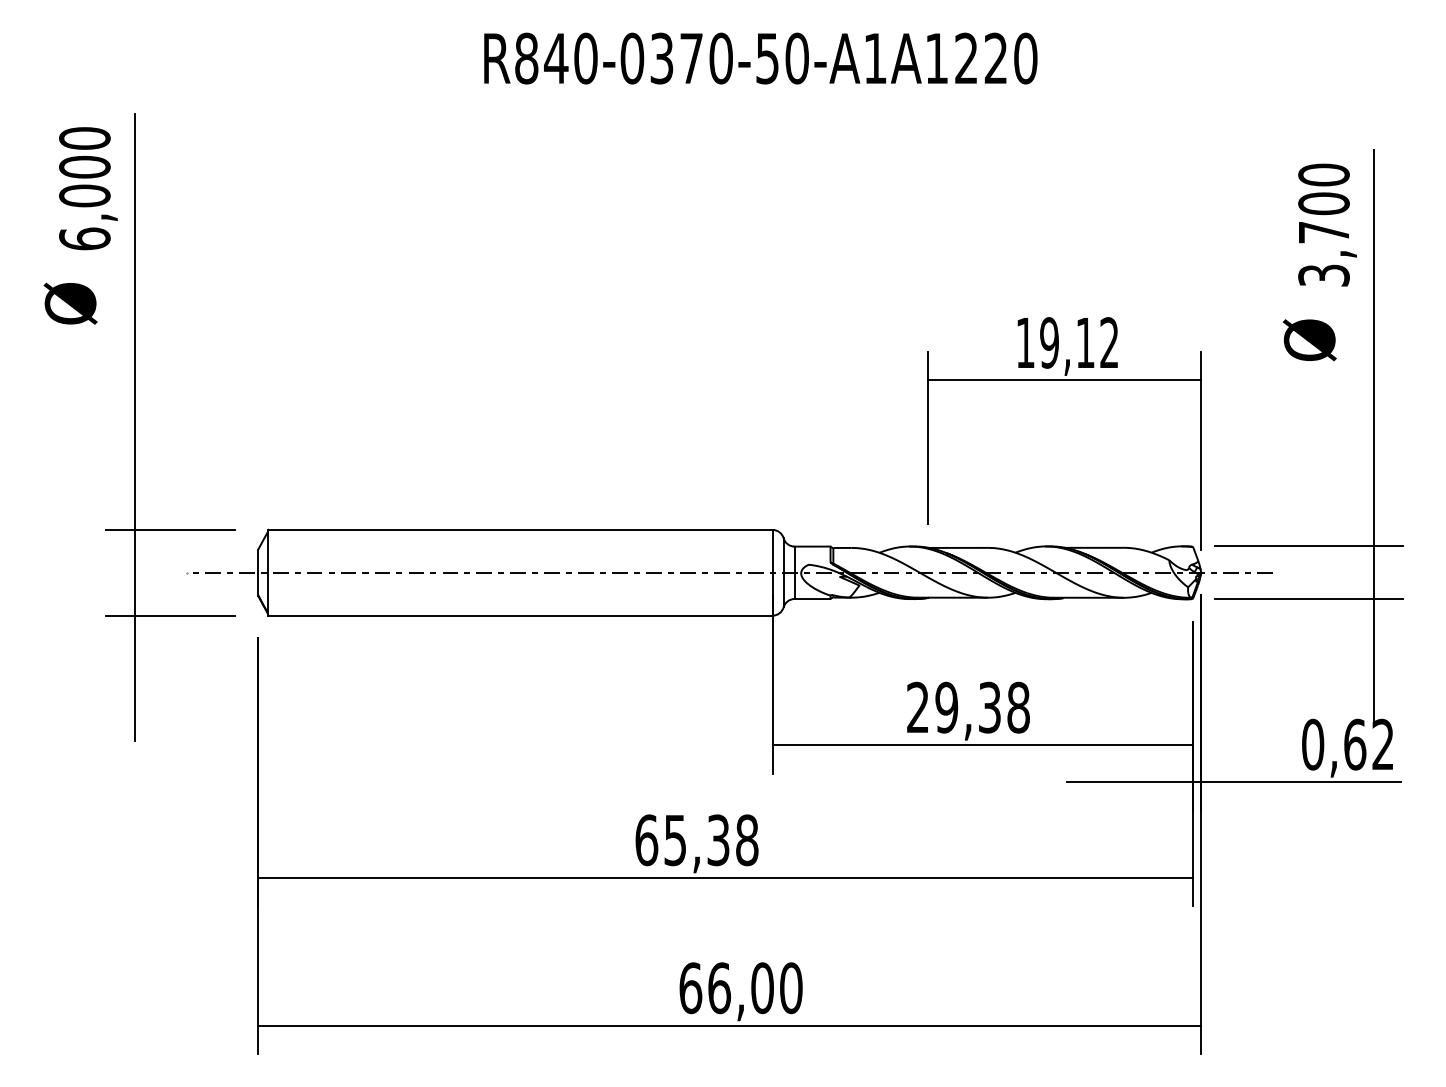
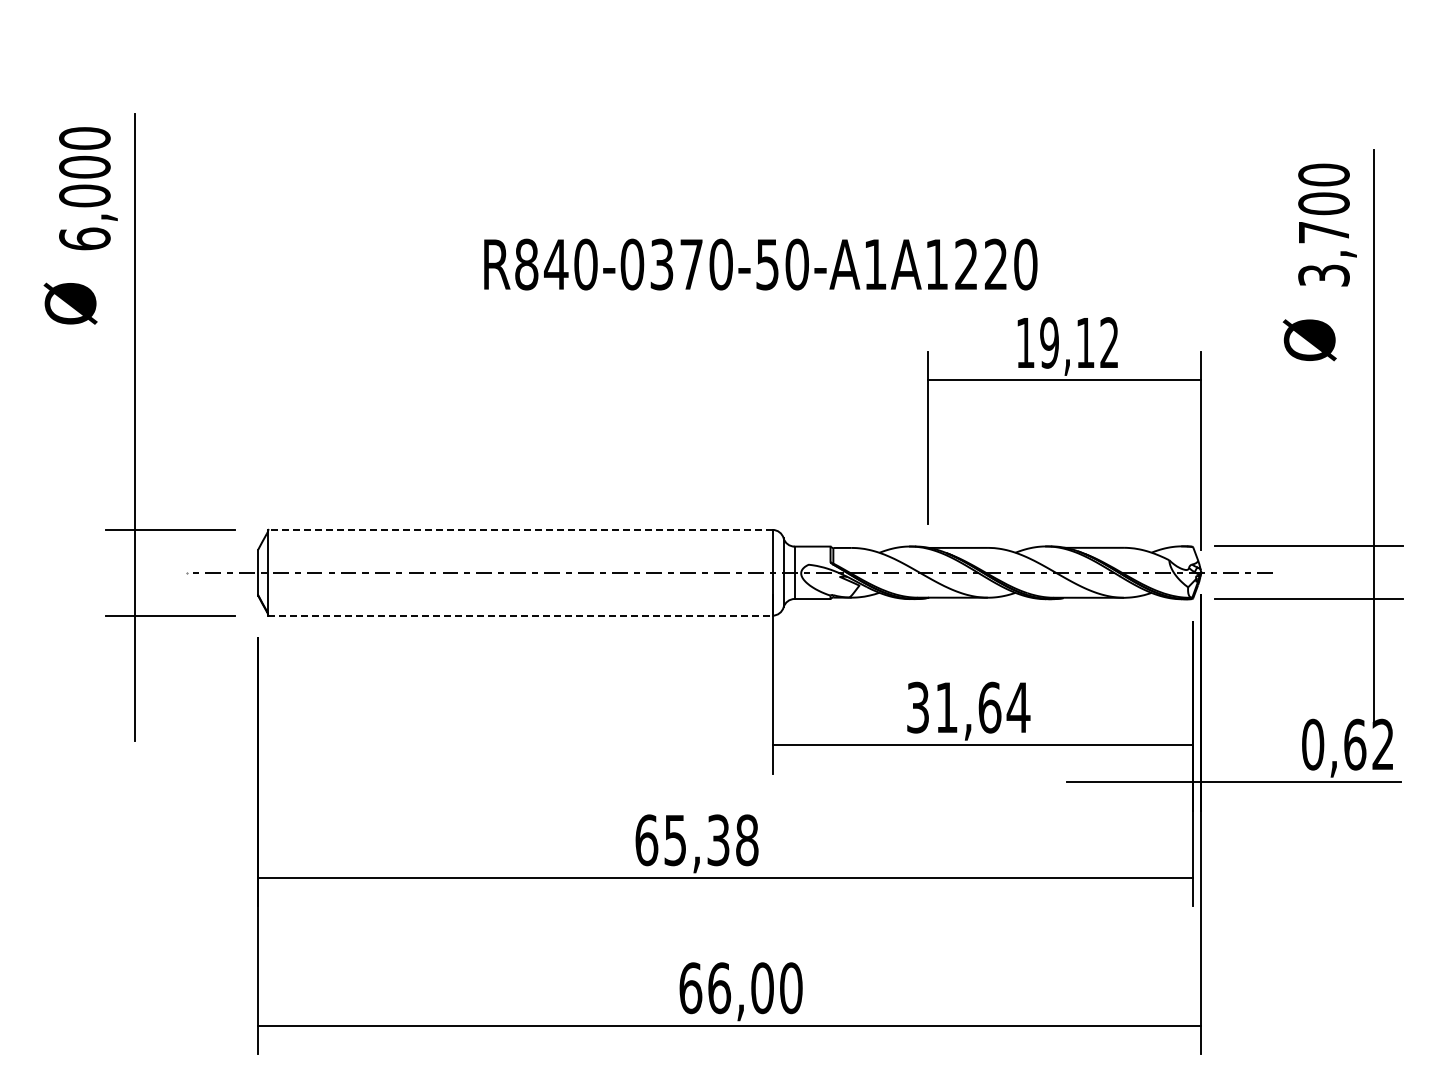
text at (760, 58) position: (760, 58) -> (760, 264)
line at (520, 529): solid -> dashed
line at (521, 615): solid -> dashed
text at (968, 707): 29,38 -> 31,64
